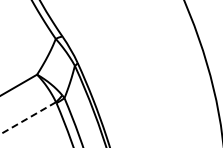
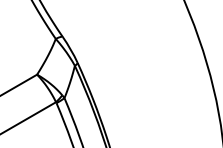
line at (27, 118): dashed -> solid
